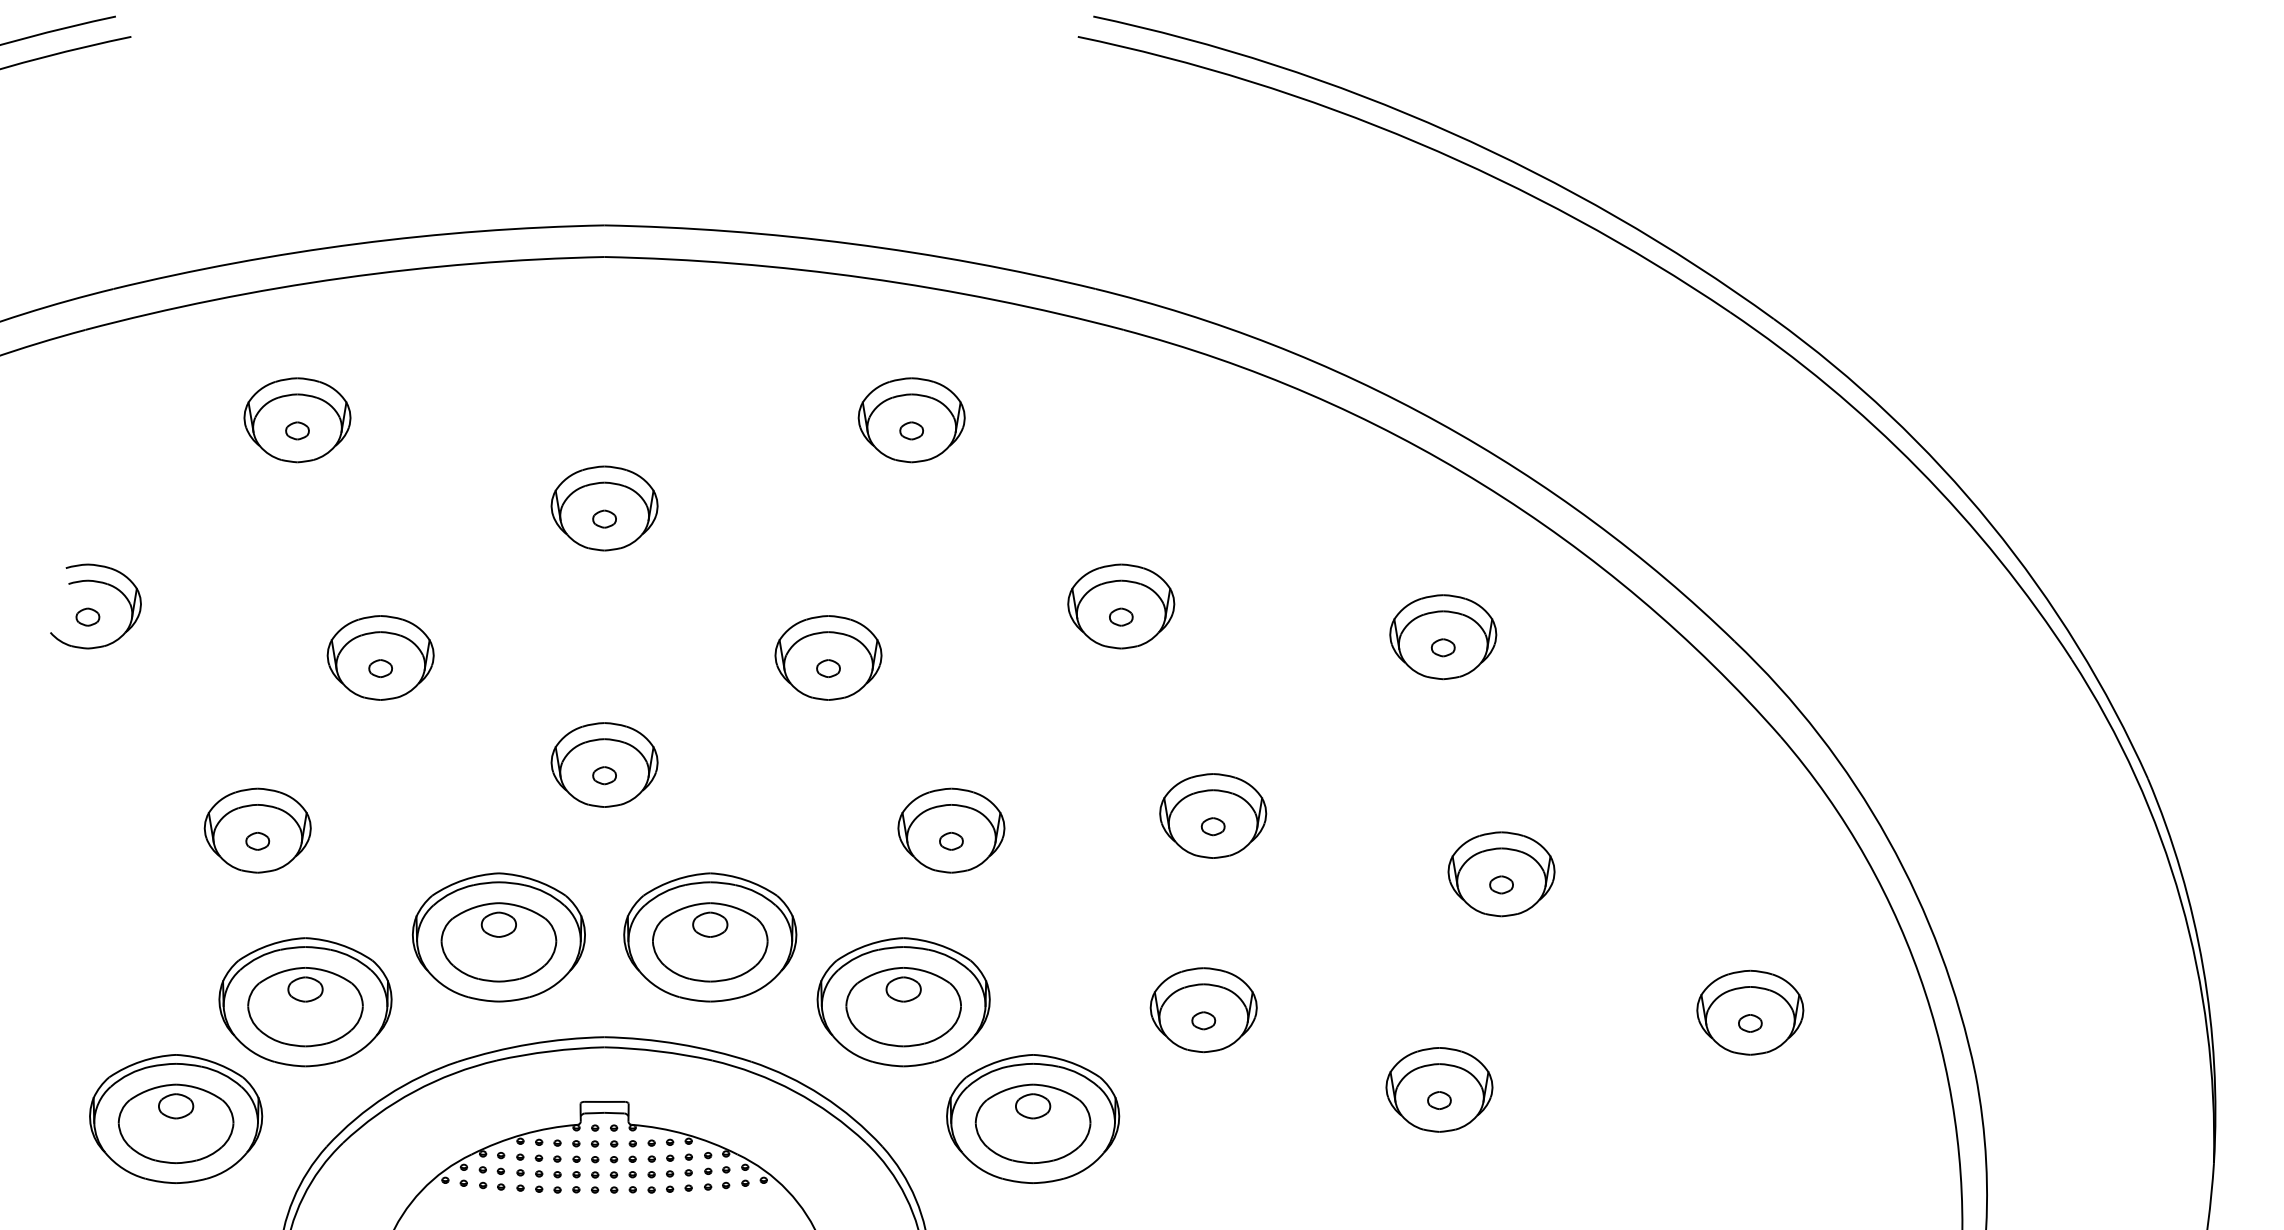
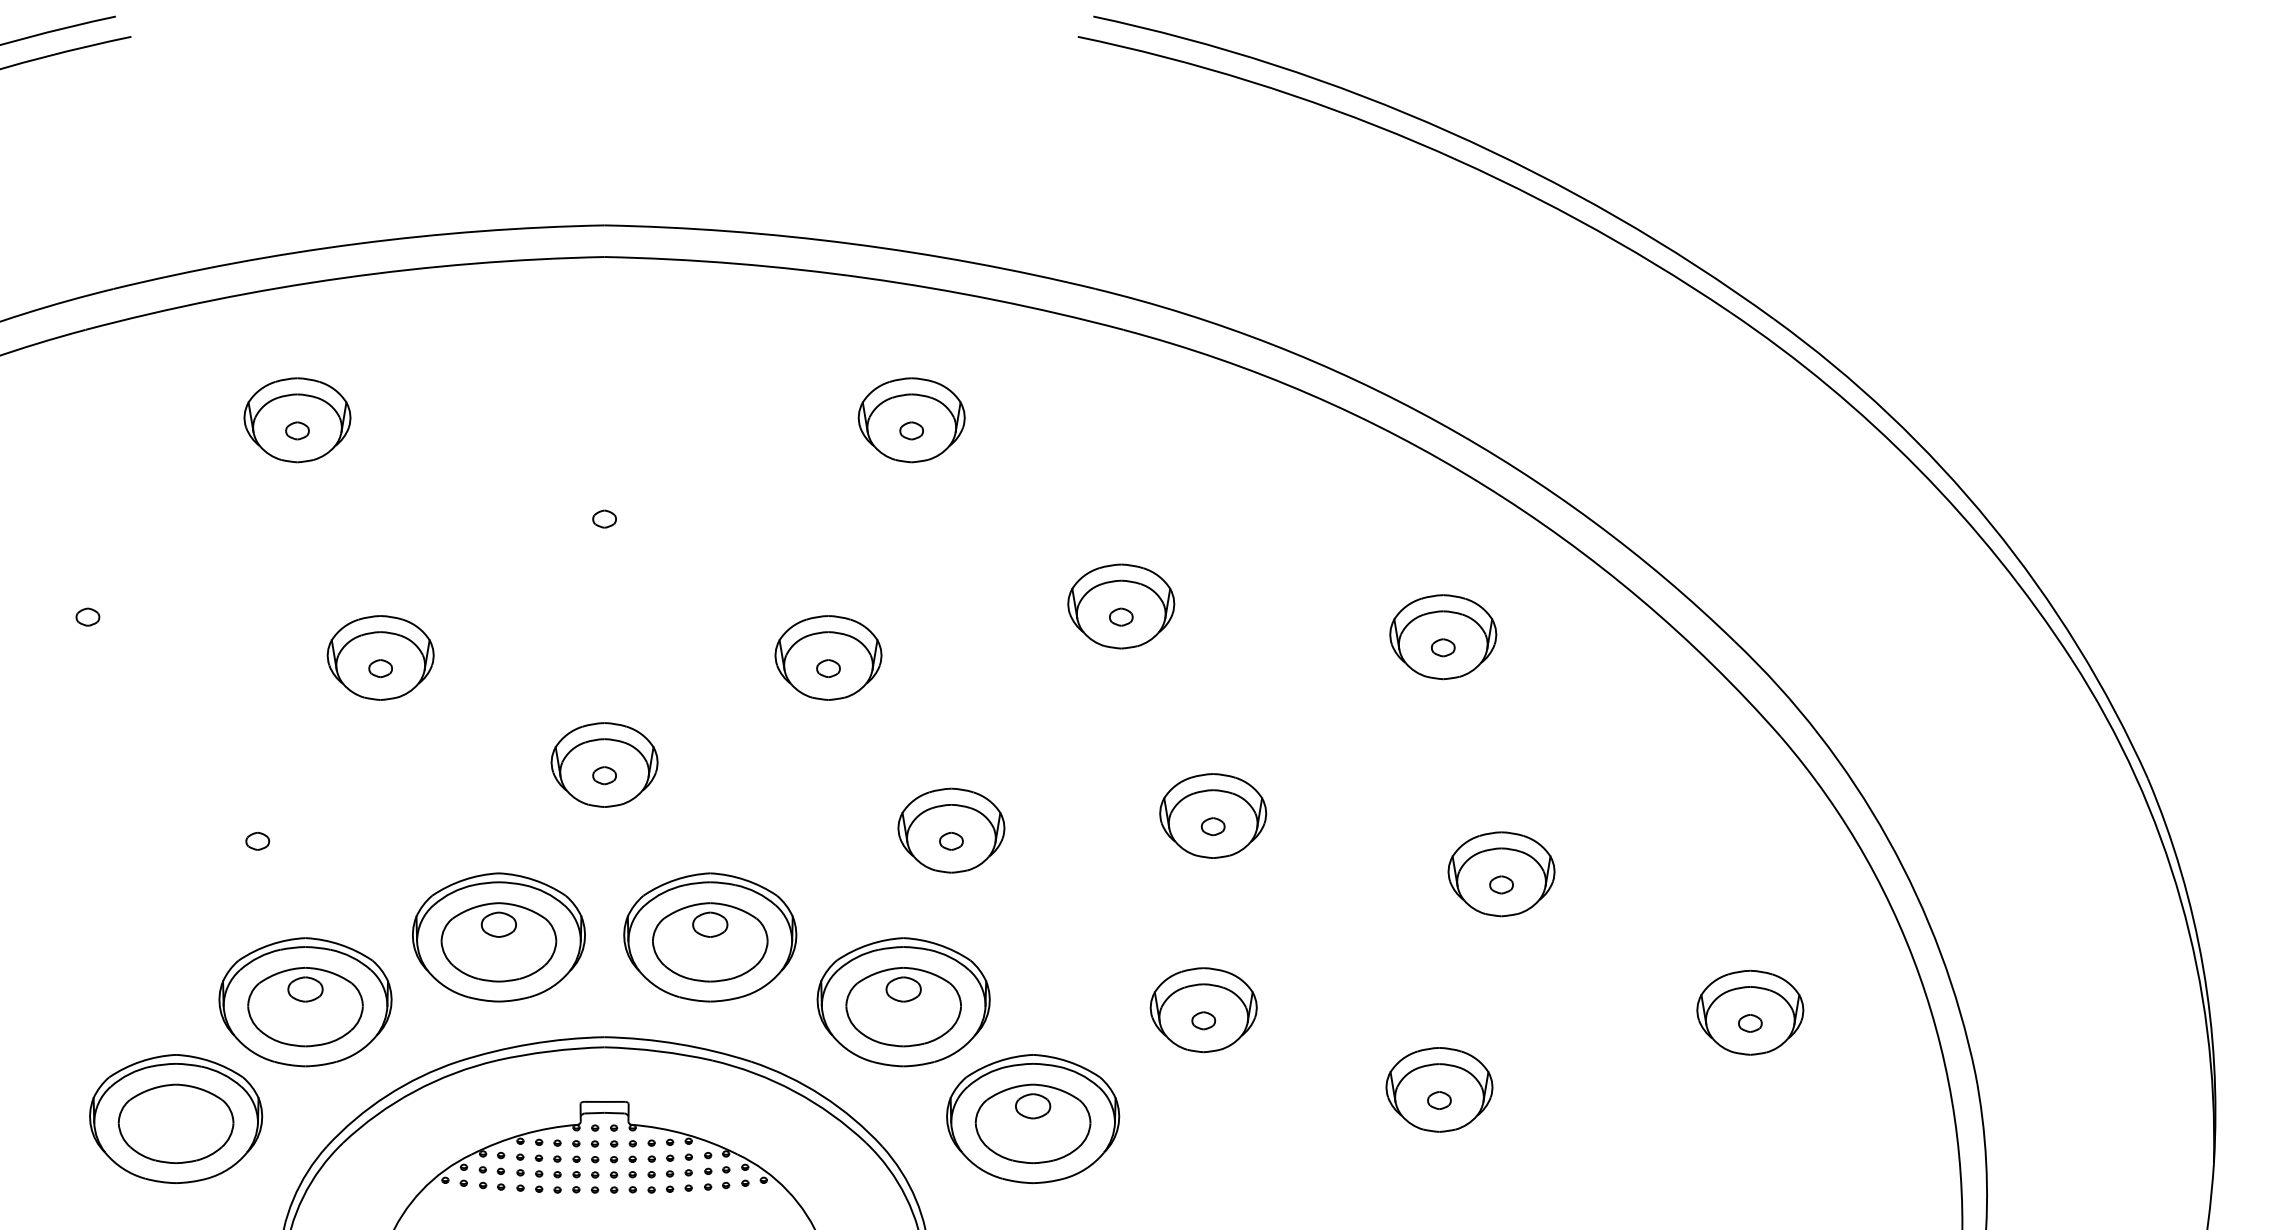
part at (604, 508): present -> none
part at (100, 583): present -> none
part at (257, 830): present -> none
part at (176, 1106): present -> none
